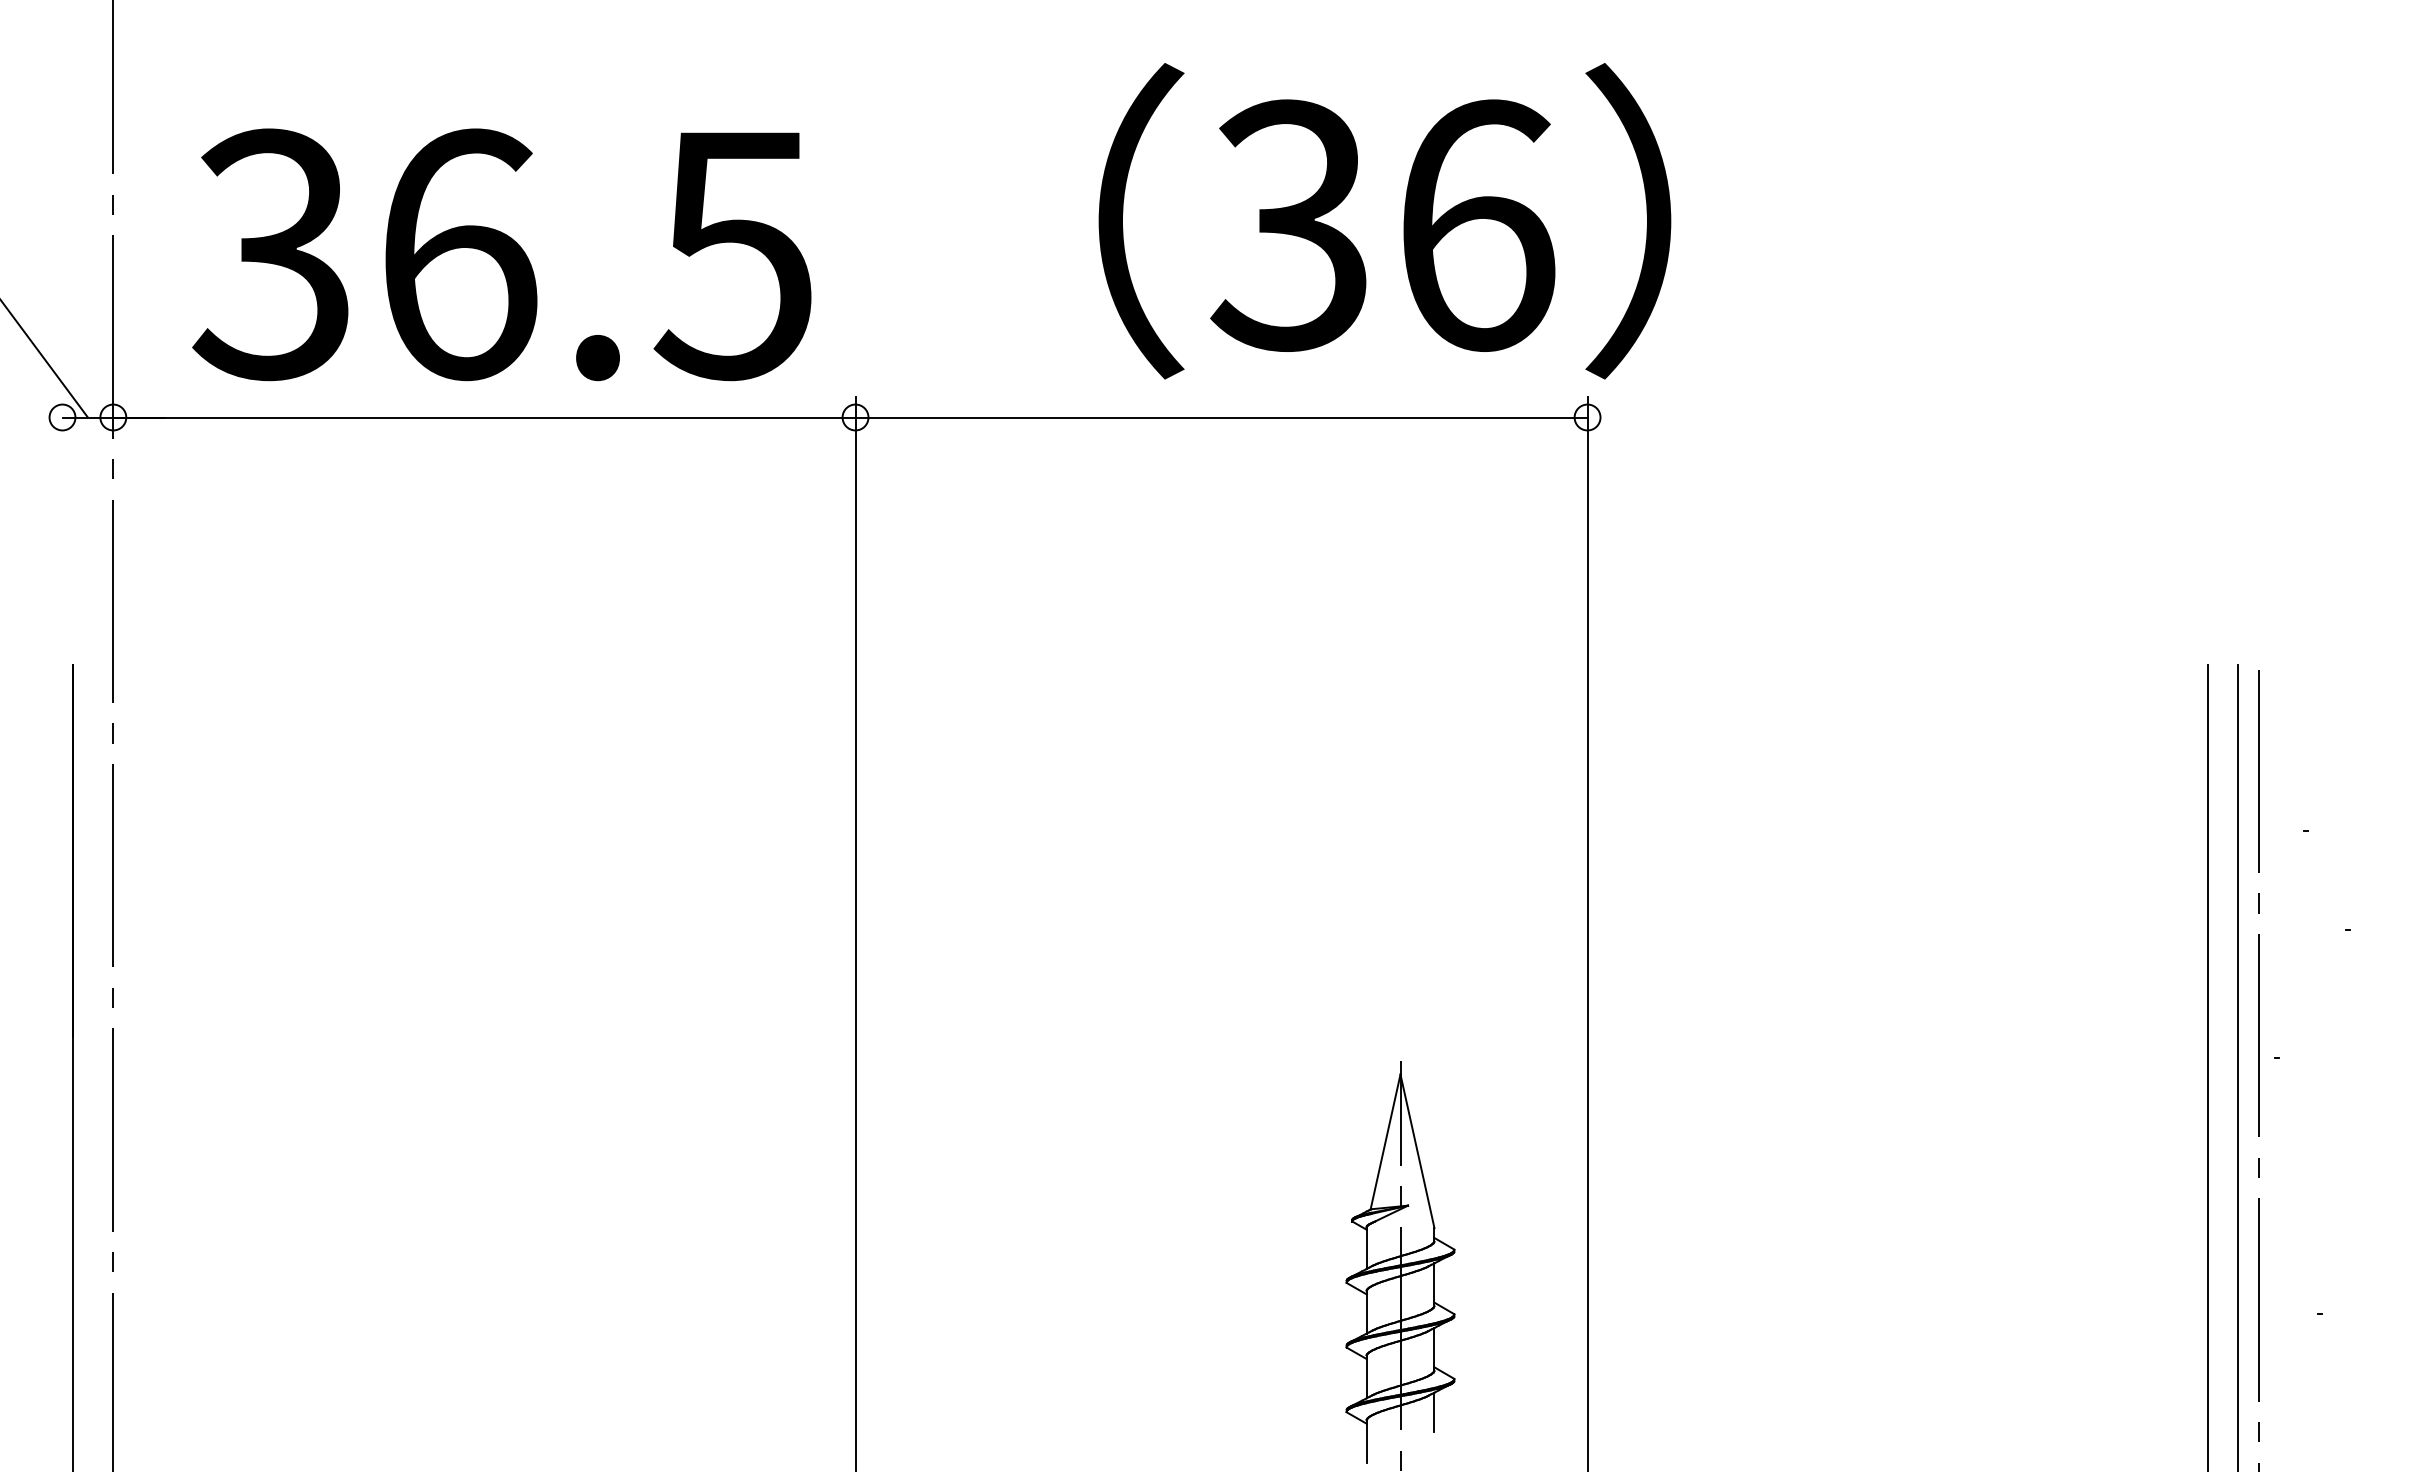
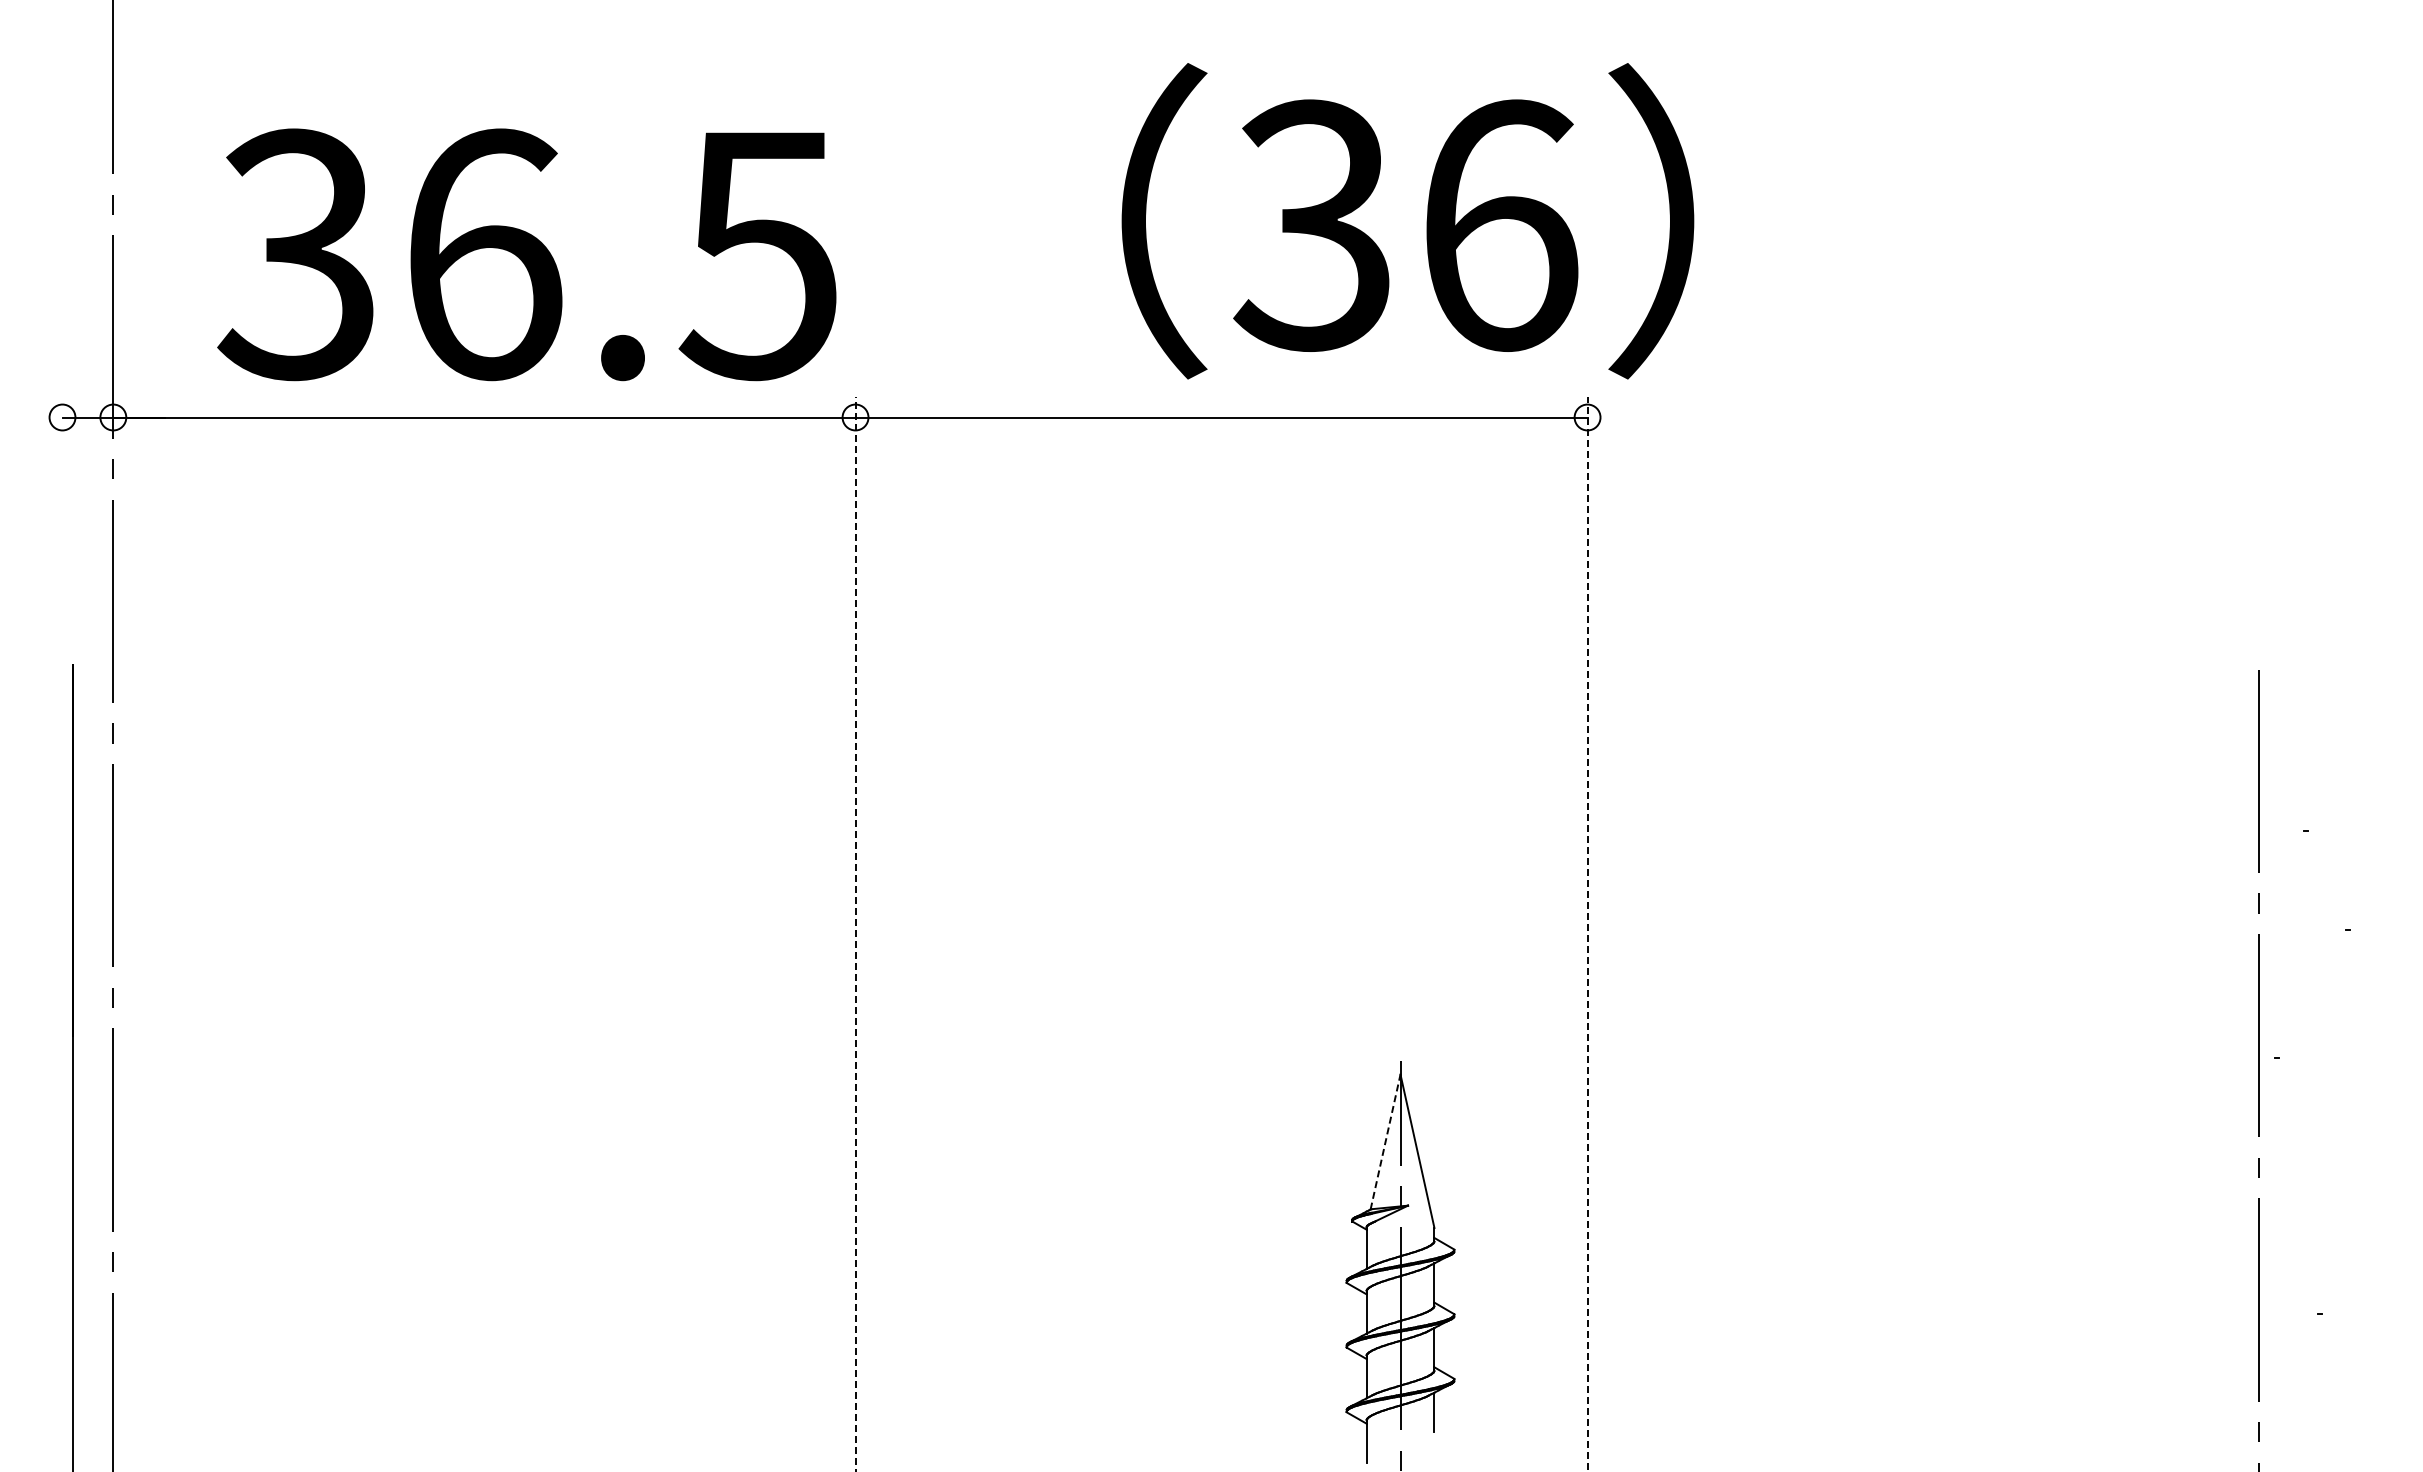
text at (1384, 221) position: (1384, 221) -> (1407, 221)
text at (501, 254) position: (501, 254) -> (526, 254)
line at (44, 359): present -> none
line at (855, 934): solid -> dashed
line at (1587, 934): solid -> dashed
line at (2207, 1066): present -> none
line at (2238, 1066): present -> none
line at (1385, 1141): solid -> dashed
